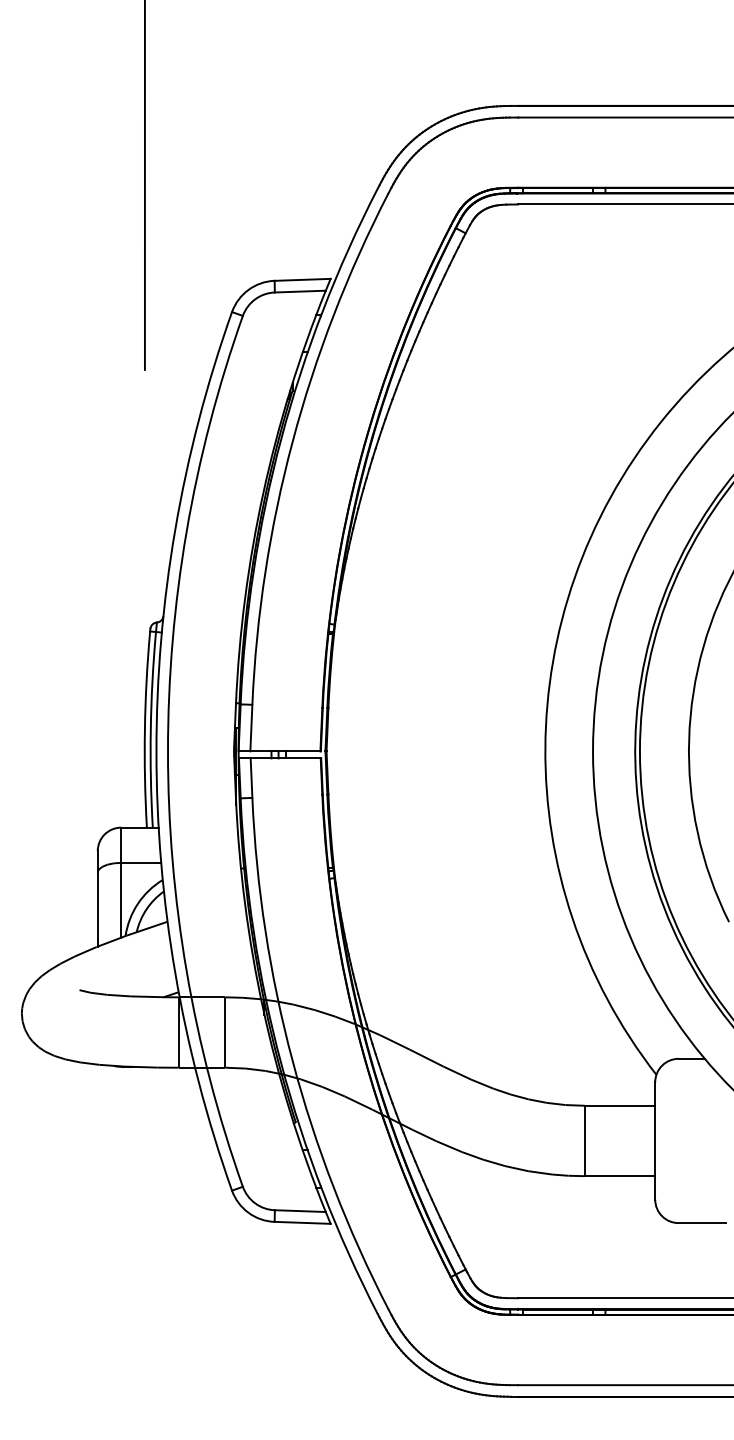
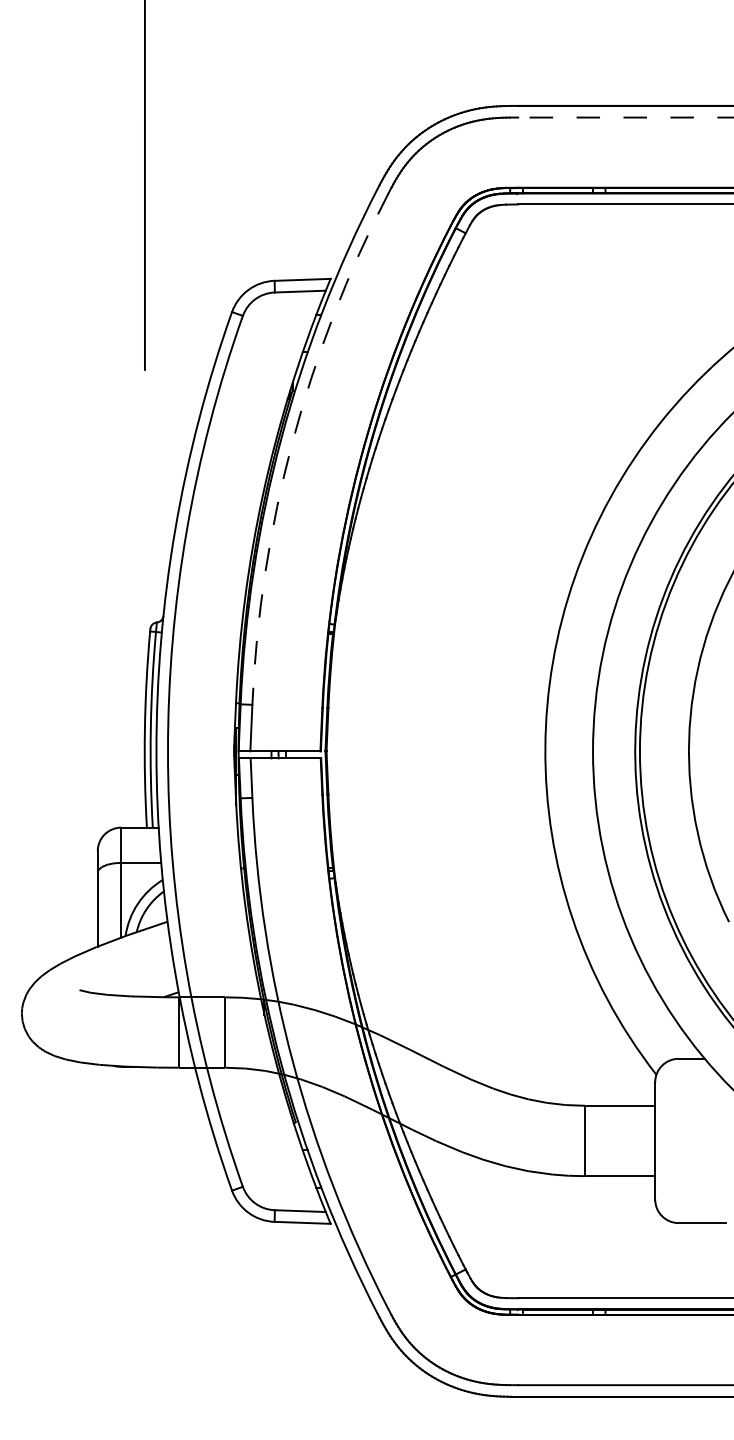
line at (625, 117): solid -> dashed
arc at (292, 441): solid -> dashed
